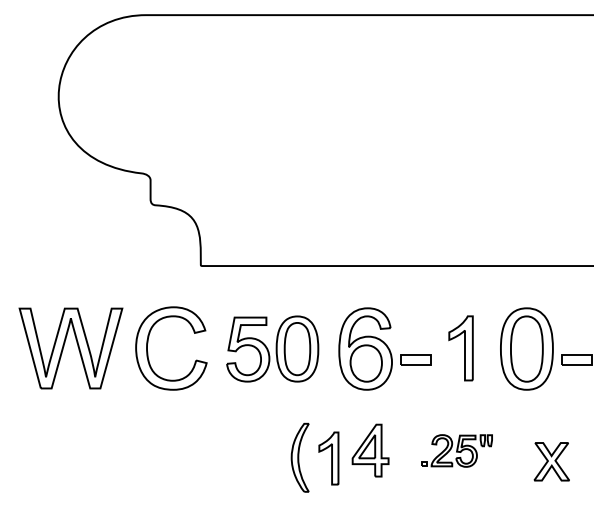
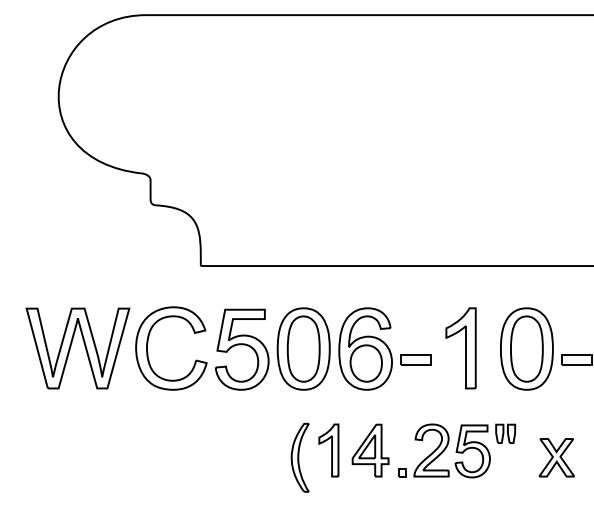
part at (64, 346) position: (64, 346) -> (71, 346)
part at (272, 348) size: 94x68 px -> 117x84 px
part at (460, 348) size: 26x67 px -> 32x83 px
part at (456, 450) size: 72x34 px -> 119x56 px
part at (328, 458) position: (328, 458) -> (328, 450)
part at (551, 461) position: (551, 461) -> (556, 457)
